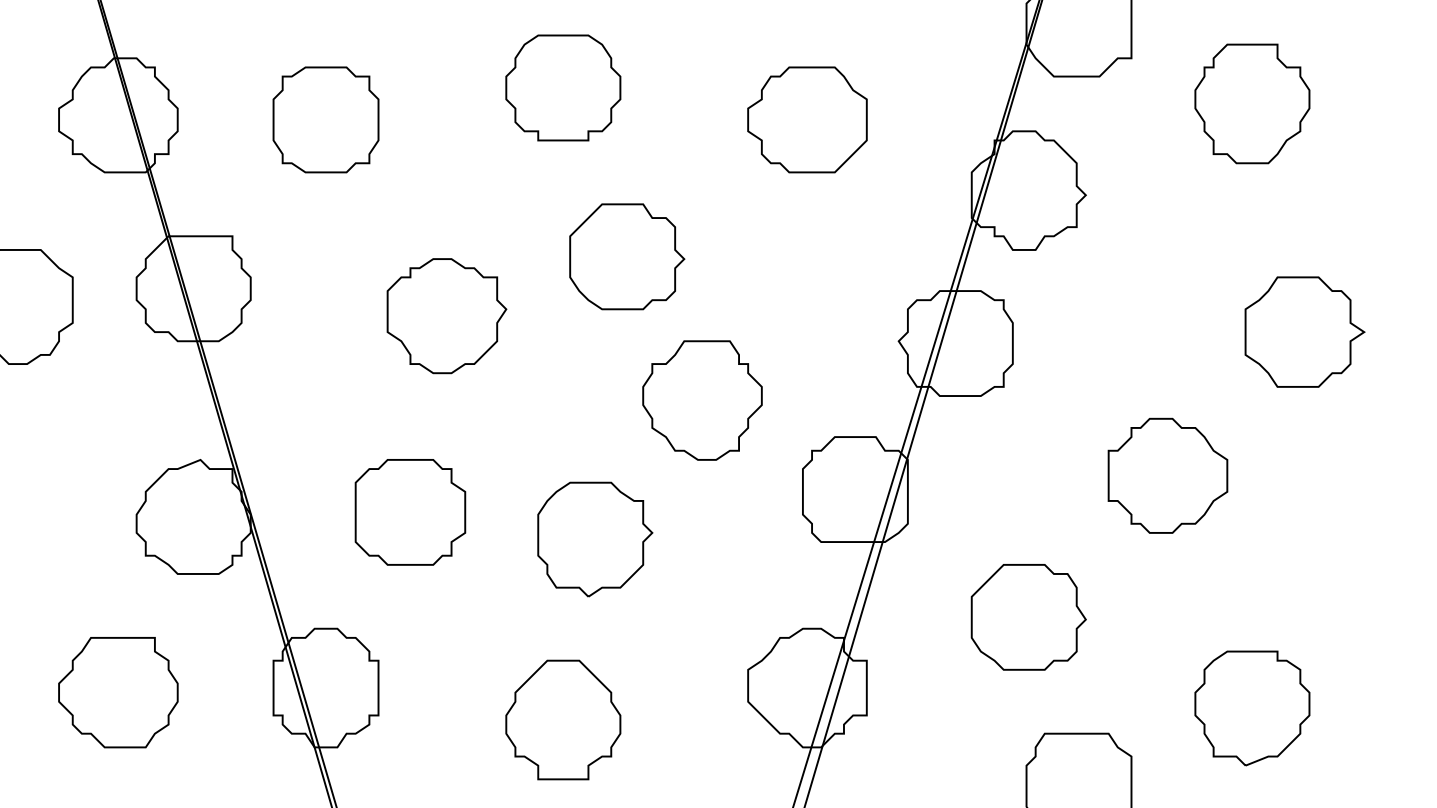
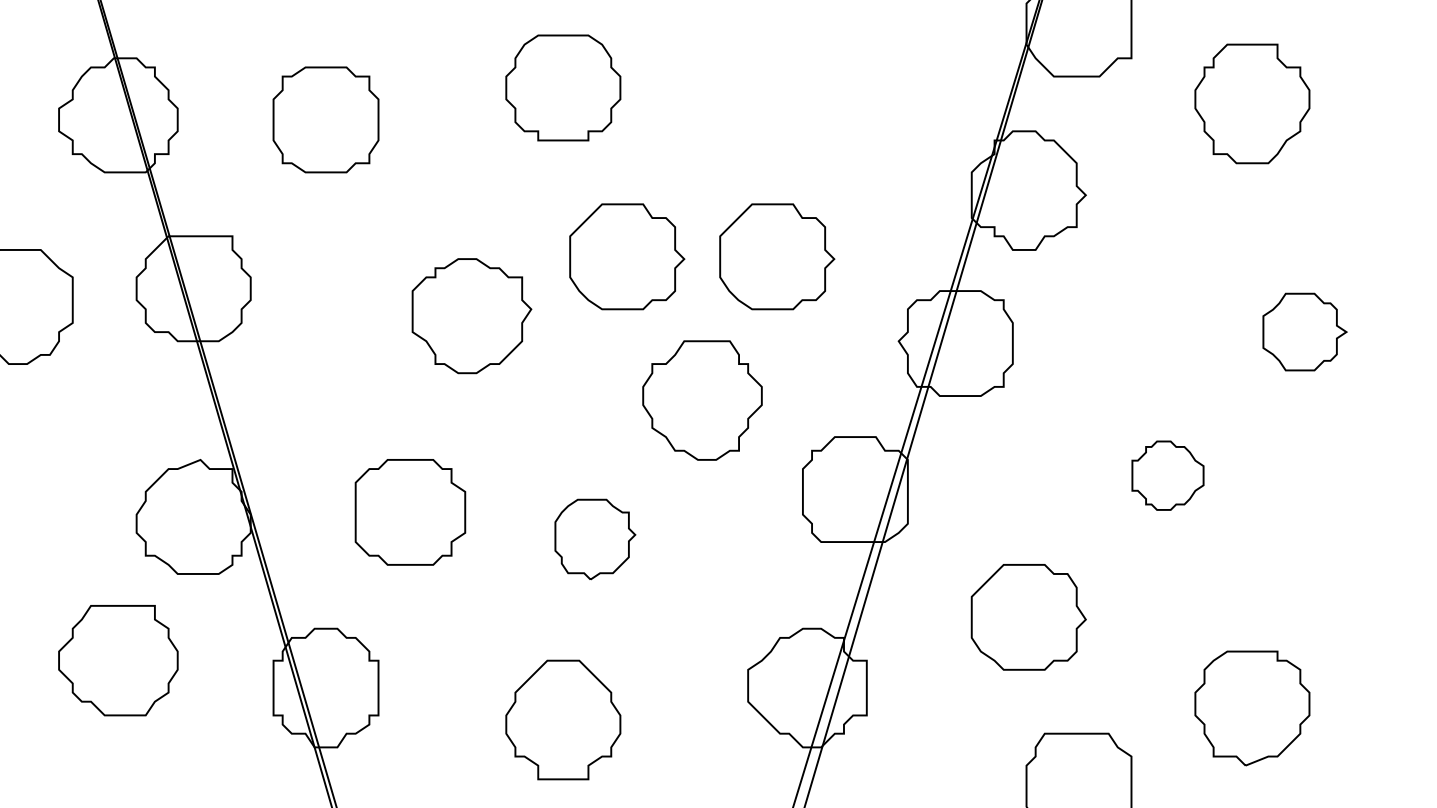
part at (807, 119): present -> none
part at (777, 256): none -> present
part at (446, 316) position: (446, 316) -> (471, 316)
part at (1304, 331) size: 122x112 px -> 86x80 px
part at (1167, 475) size: 122x117 px -> 74x71 px
part at (595, 539) size: 117x117 px -> 83x83 px
part at (118, 692) position: (118, 692) -> (118, 660)
